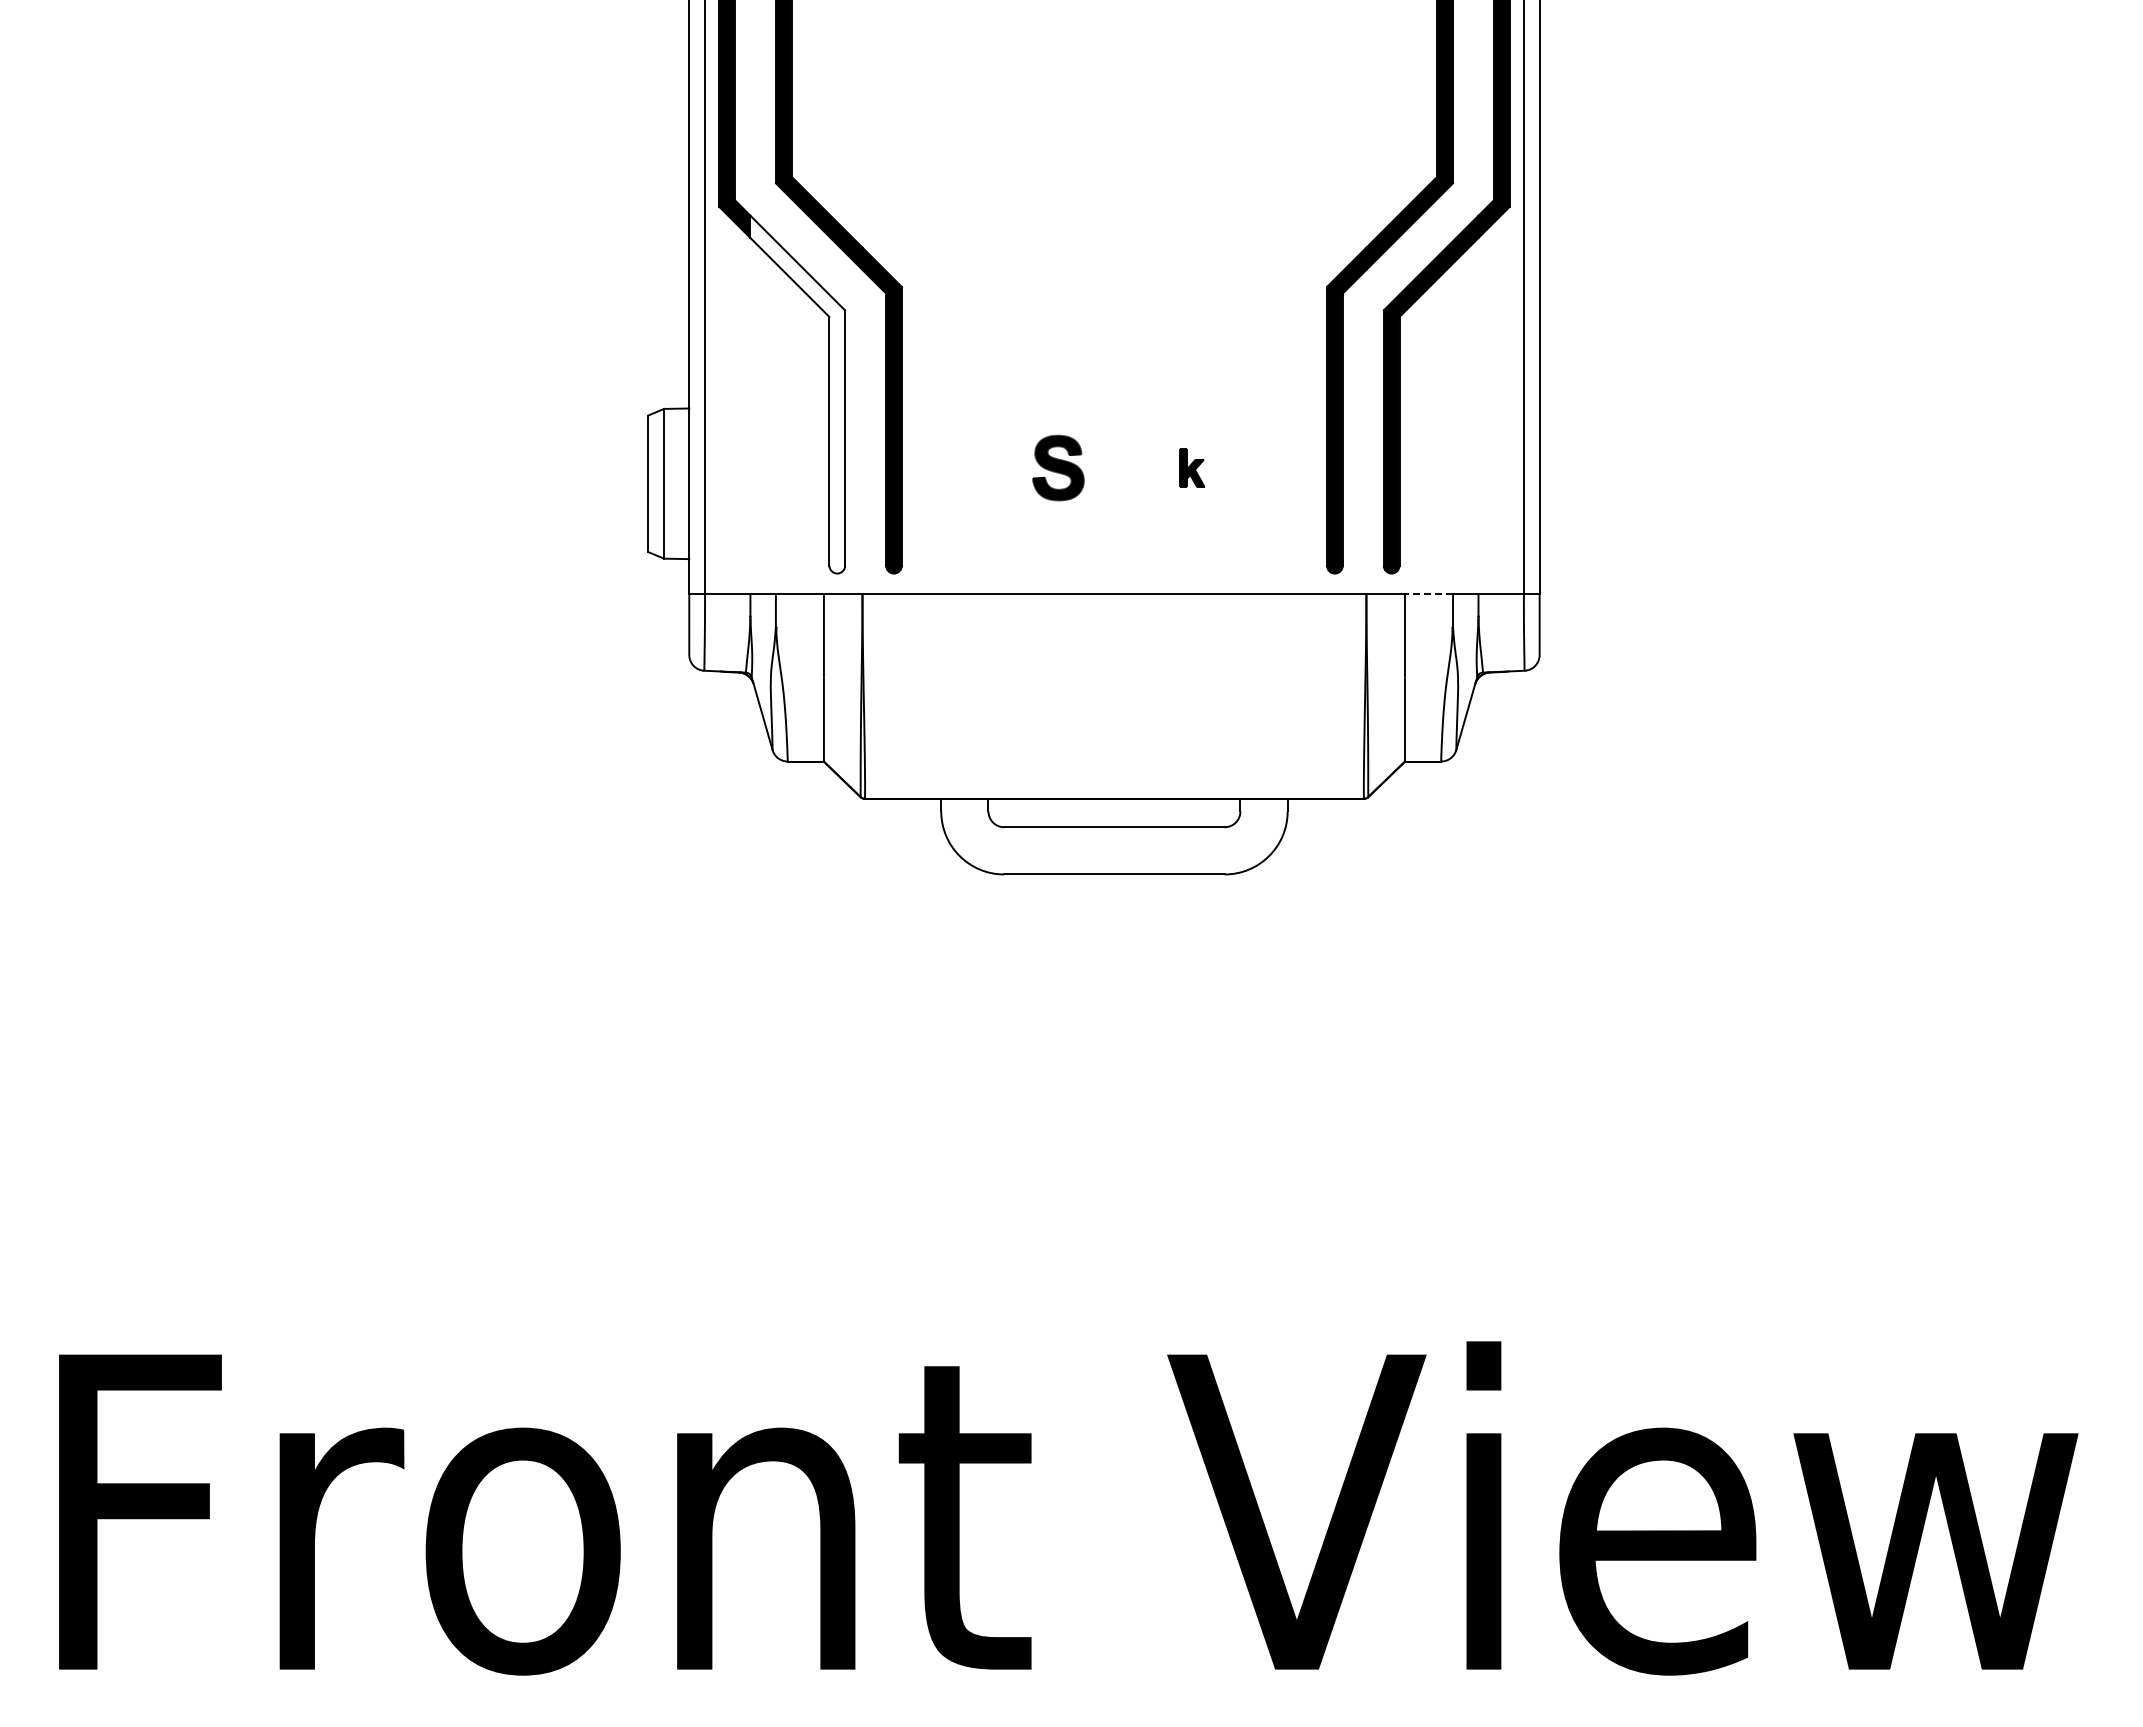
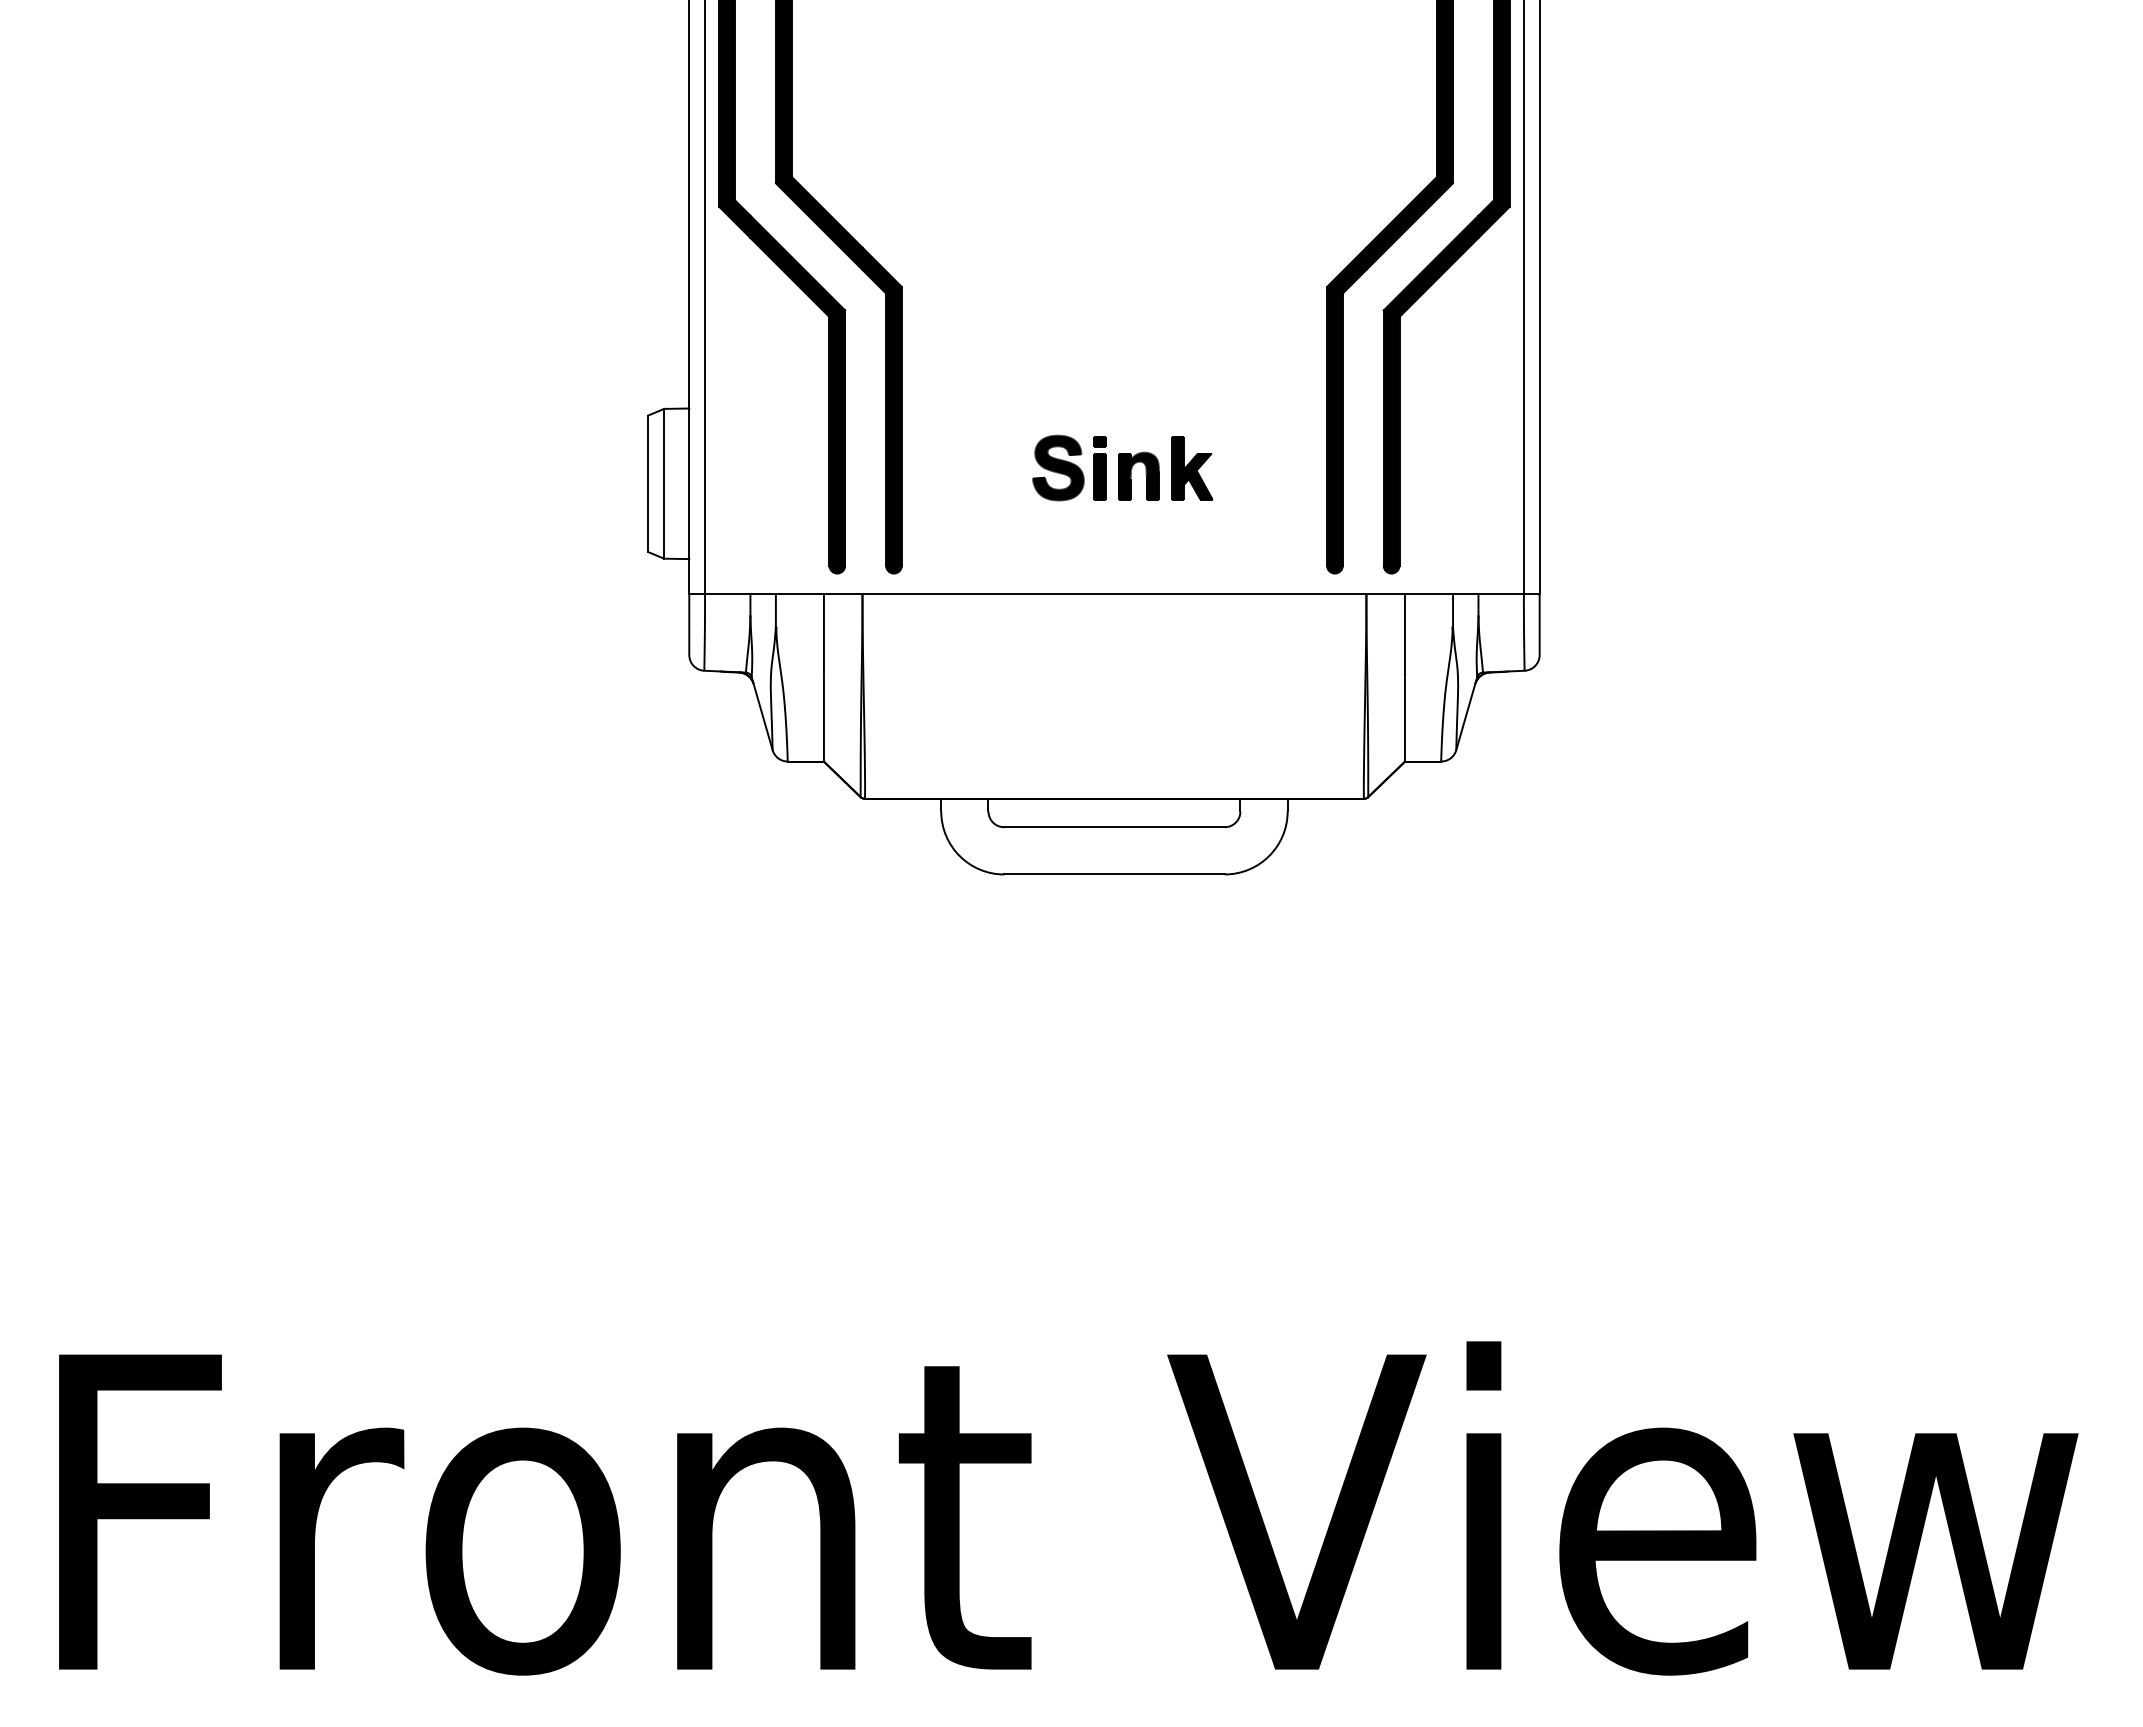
fill at (797, 394): none -> present
part at (1192, 467) size: 27x40 px -> 43x65 px
part at (1099, 468): none -> present
part at (1131, 475): none -> present
line at (1428, 594): dashed -> solid
